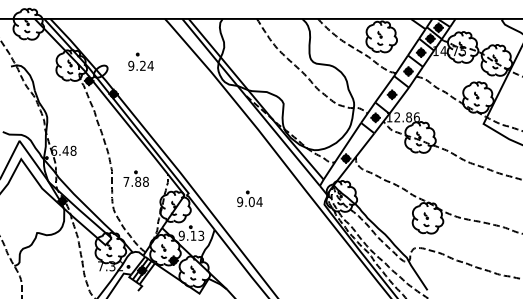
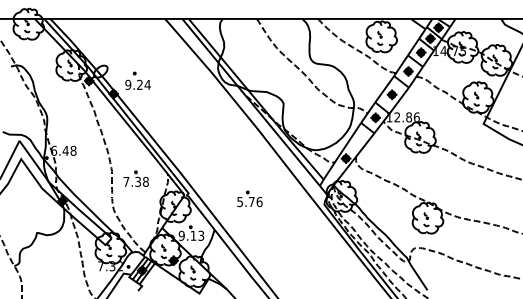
part at (140, 61) position: (140, 61) -> (137, 80)
text at (138, 181): 7.88 -> 7.38
text at (249, 202): 9.04 -> 5.76
